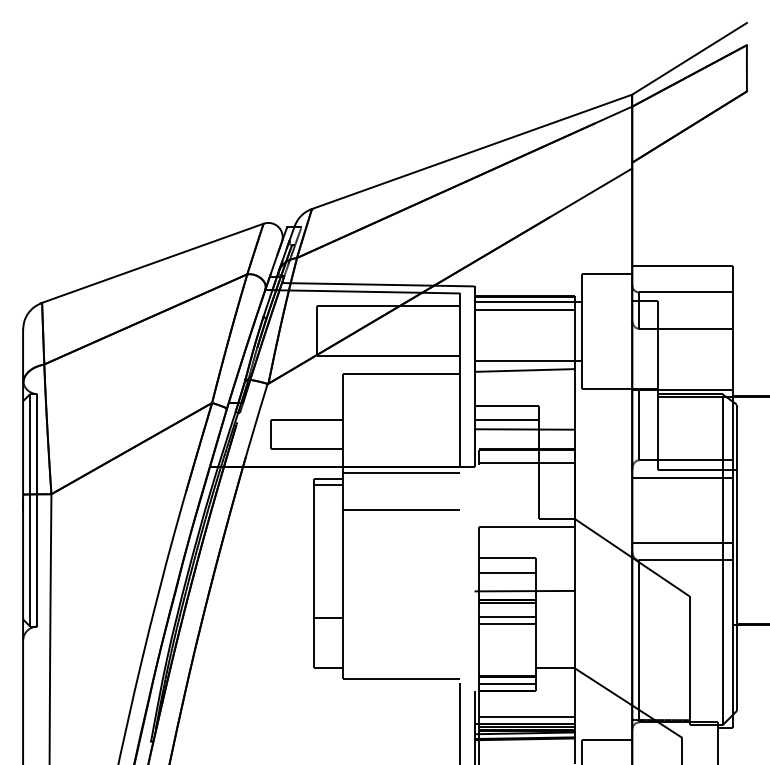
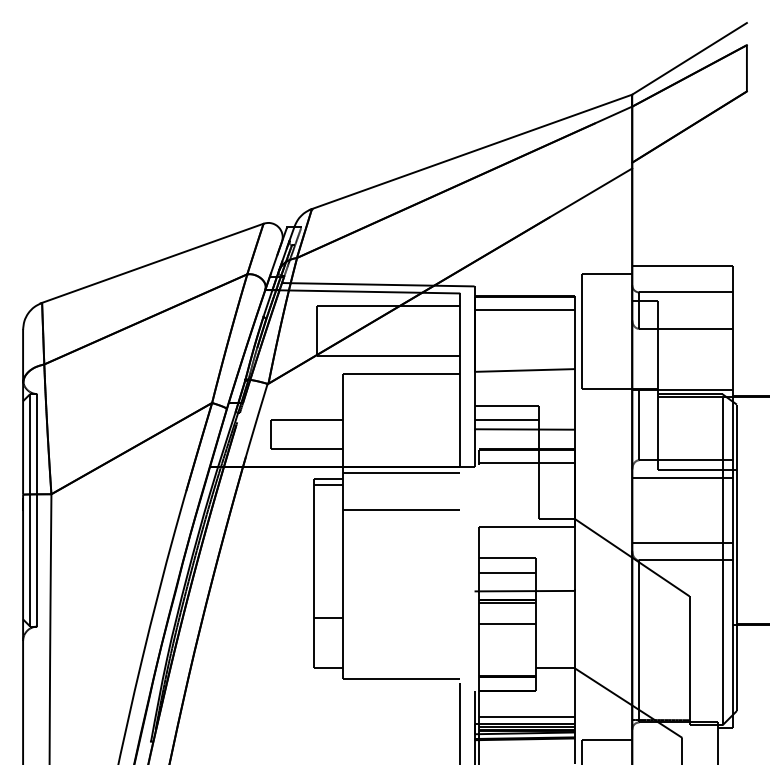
line at (528, 301): present -> none
line at (528, 360): present -> none
line at (507, 617): present -> none
line at (507, 684): present -> none
